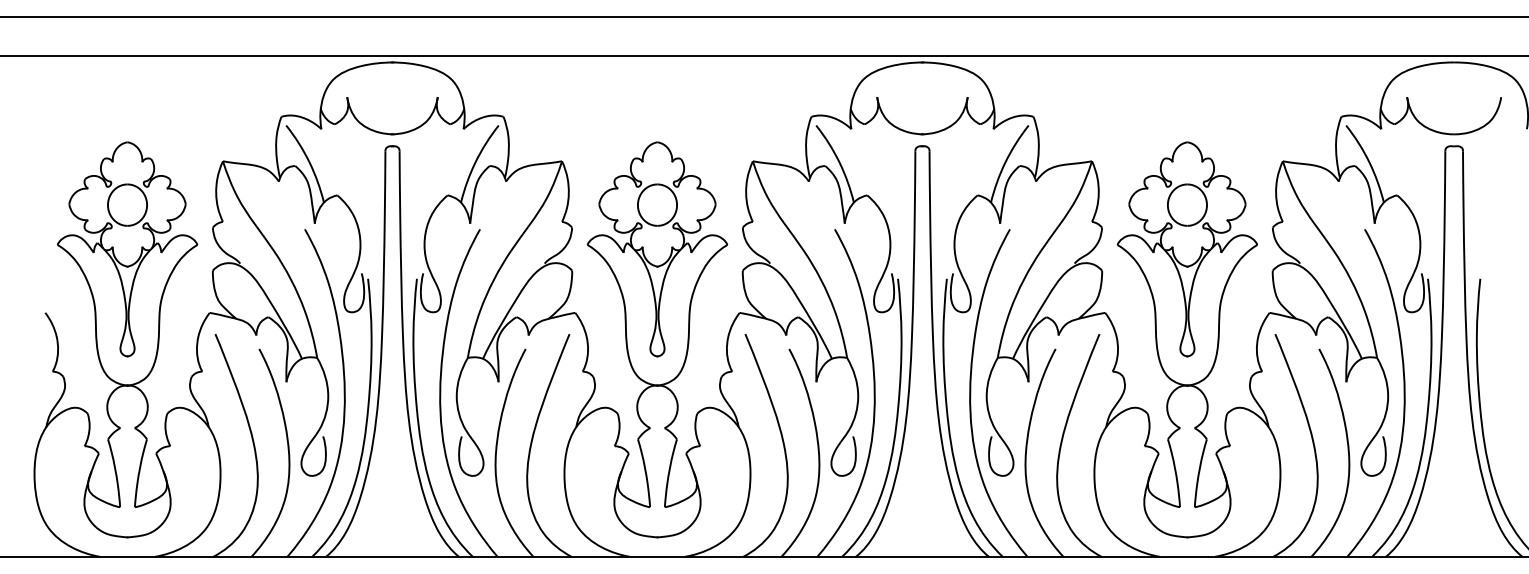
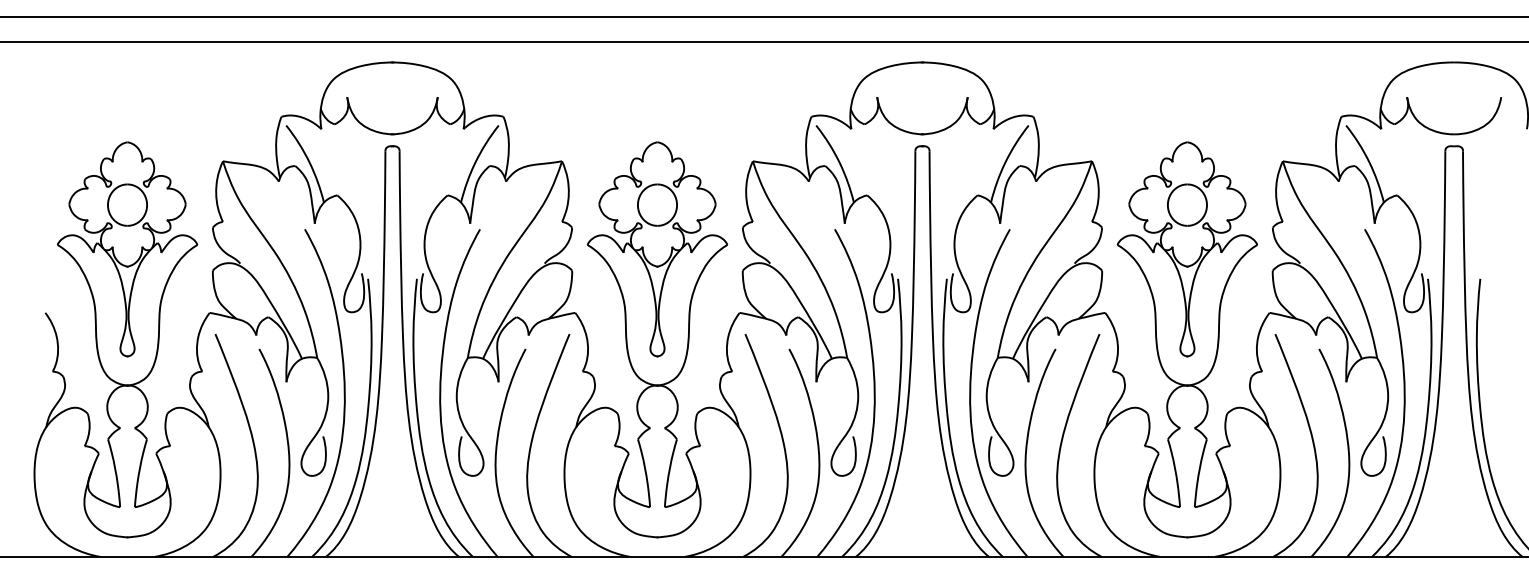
line at (763, 56) position: (763, 56) -> (763, 42)
